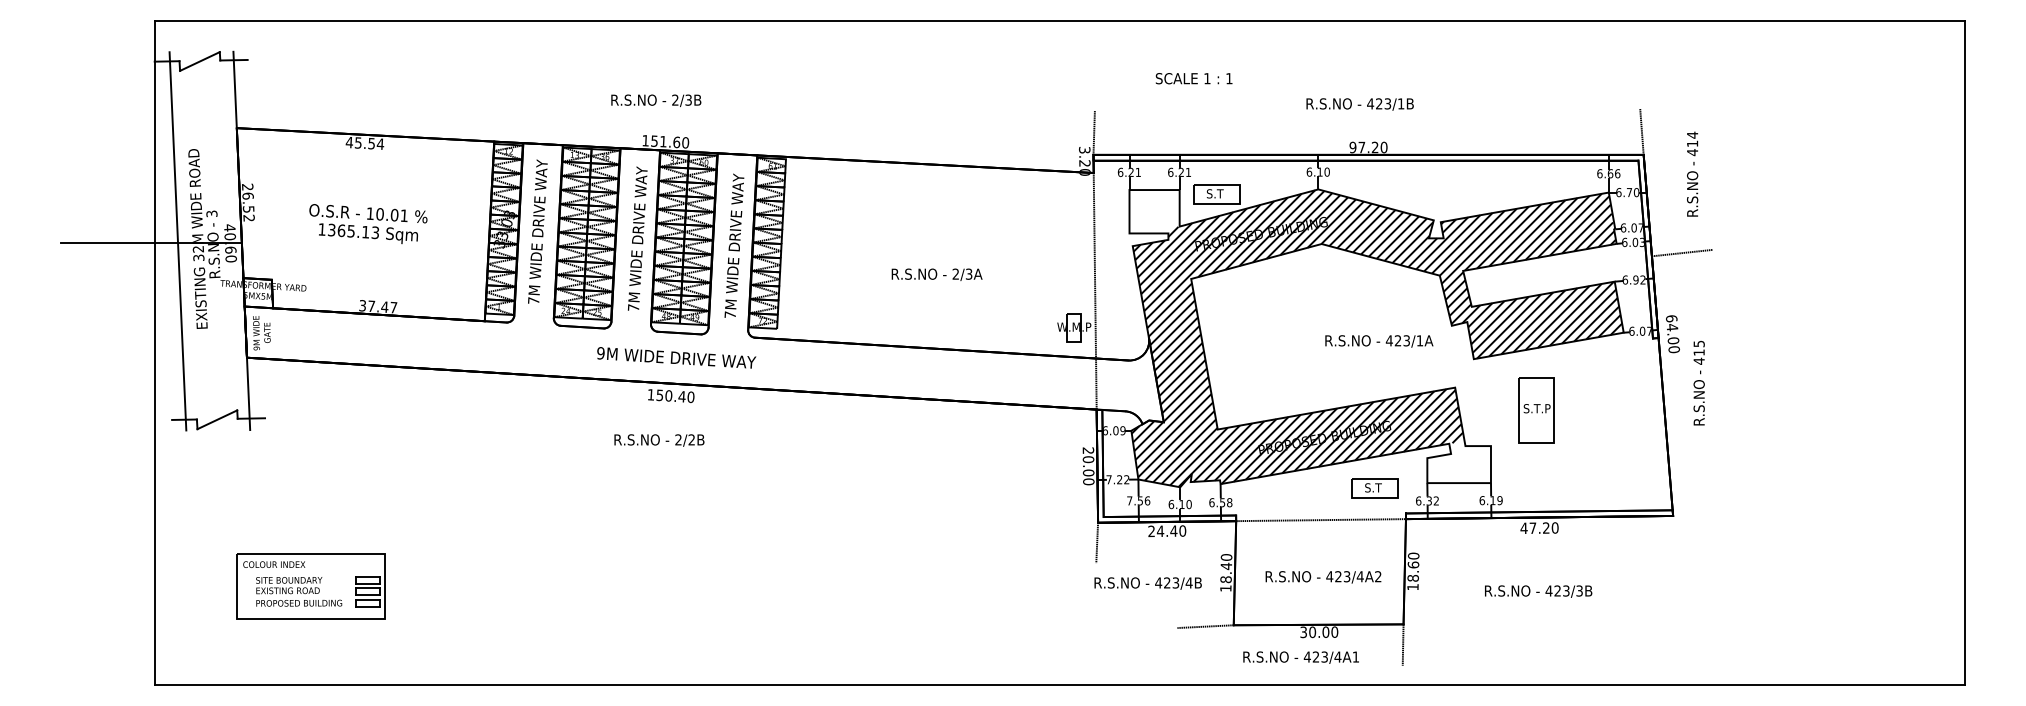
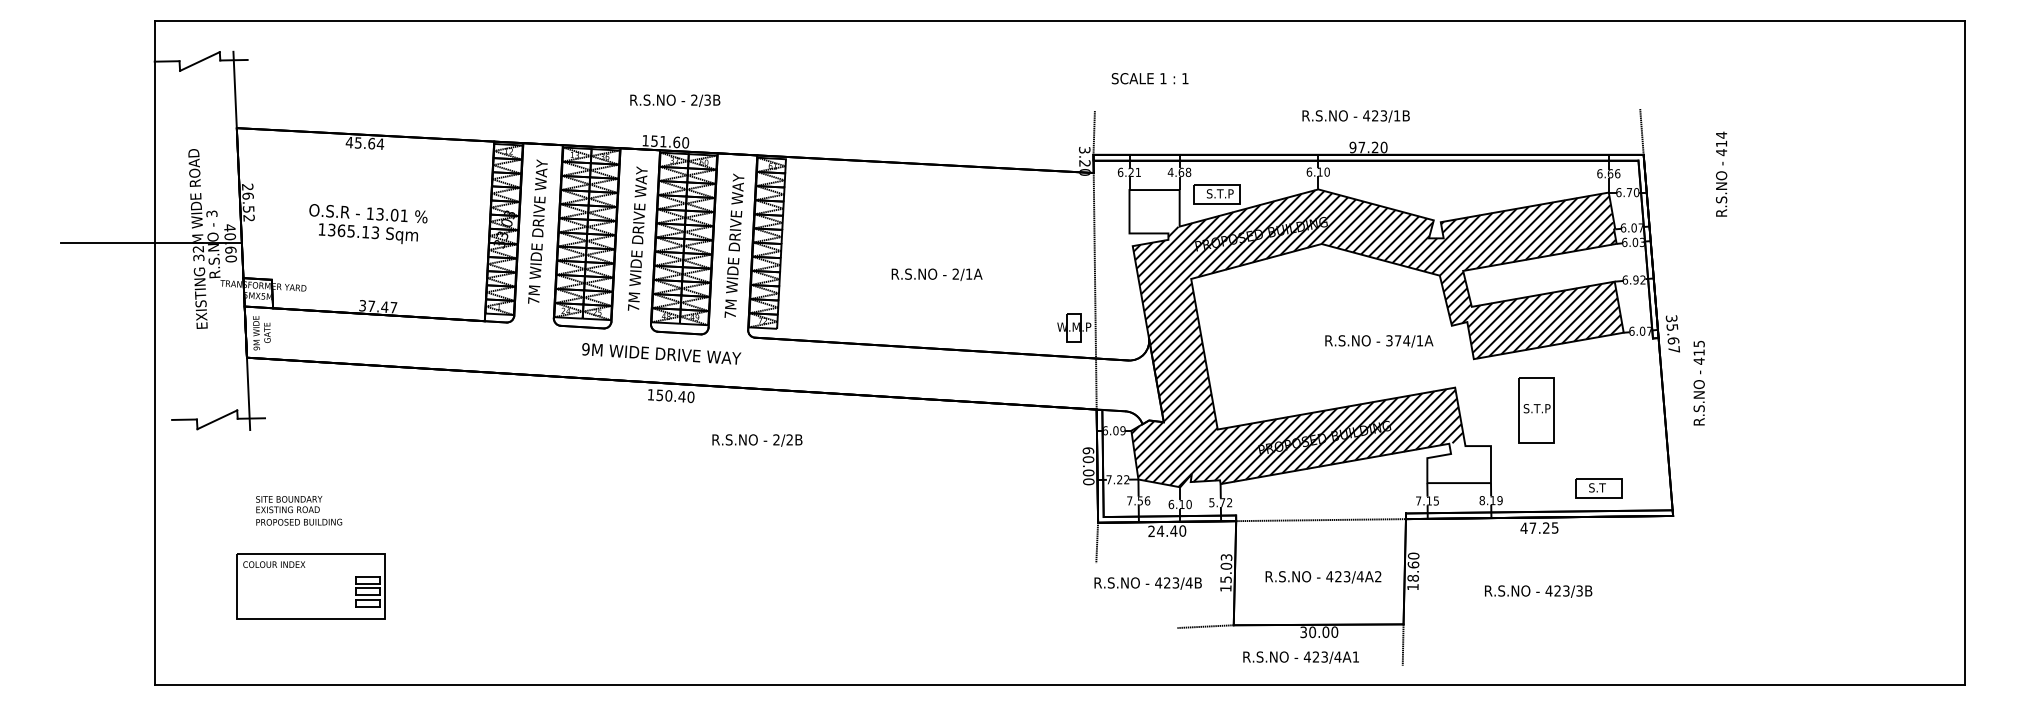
text at (1193, 78) position: (1193, 78) -> (1149, 78)
text at (656, 100) position: (656, 100) -> (675, 100)
text at (1359, 104) position: (1359, 104) -> (1355, 116)
text at (371, 143): 45.54 -> 45.64
text at (1179, 172): 6.21 -> 4.68
text at (1692, 173) position: (1692, 173) -> (1721, 173)
text at (1229, 193): S.T -> S.T.P
text at (379, 214): 10.01 -> 13.01
line at (177, 241): present -> none
line at (1681, 252): present -> none
text at (968, 273): 2/3A -> 2/1A
text at (1672, 334): 64.00 -> 35.67
text at (1397, 340): 423/1A -> 374/1A
text at (676, 357) position: (676, 357) -> (661, 353)
text at (659, 440) position: (659, 440) -> (757, 440)
text at (1088, 450): 20.00 -> 60.00
part at (1374, 488) position: (1374, 488) -> (1598, 488)
text at (1427, 500): 6.32 -> 7.15
text at (1481, 500): 6.19 -> 8.19
text at (1220, 502): 6.58 -> 5.72
text at (1554, 527): 47.20 -> 47.25
text at (1226, 568): 18.40 -> 15.03
text at (299, 591) position: (299, 591) -> (299, 510)
